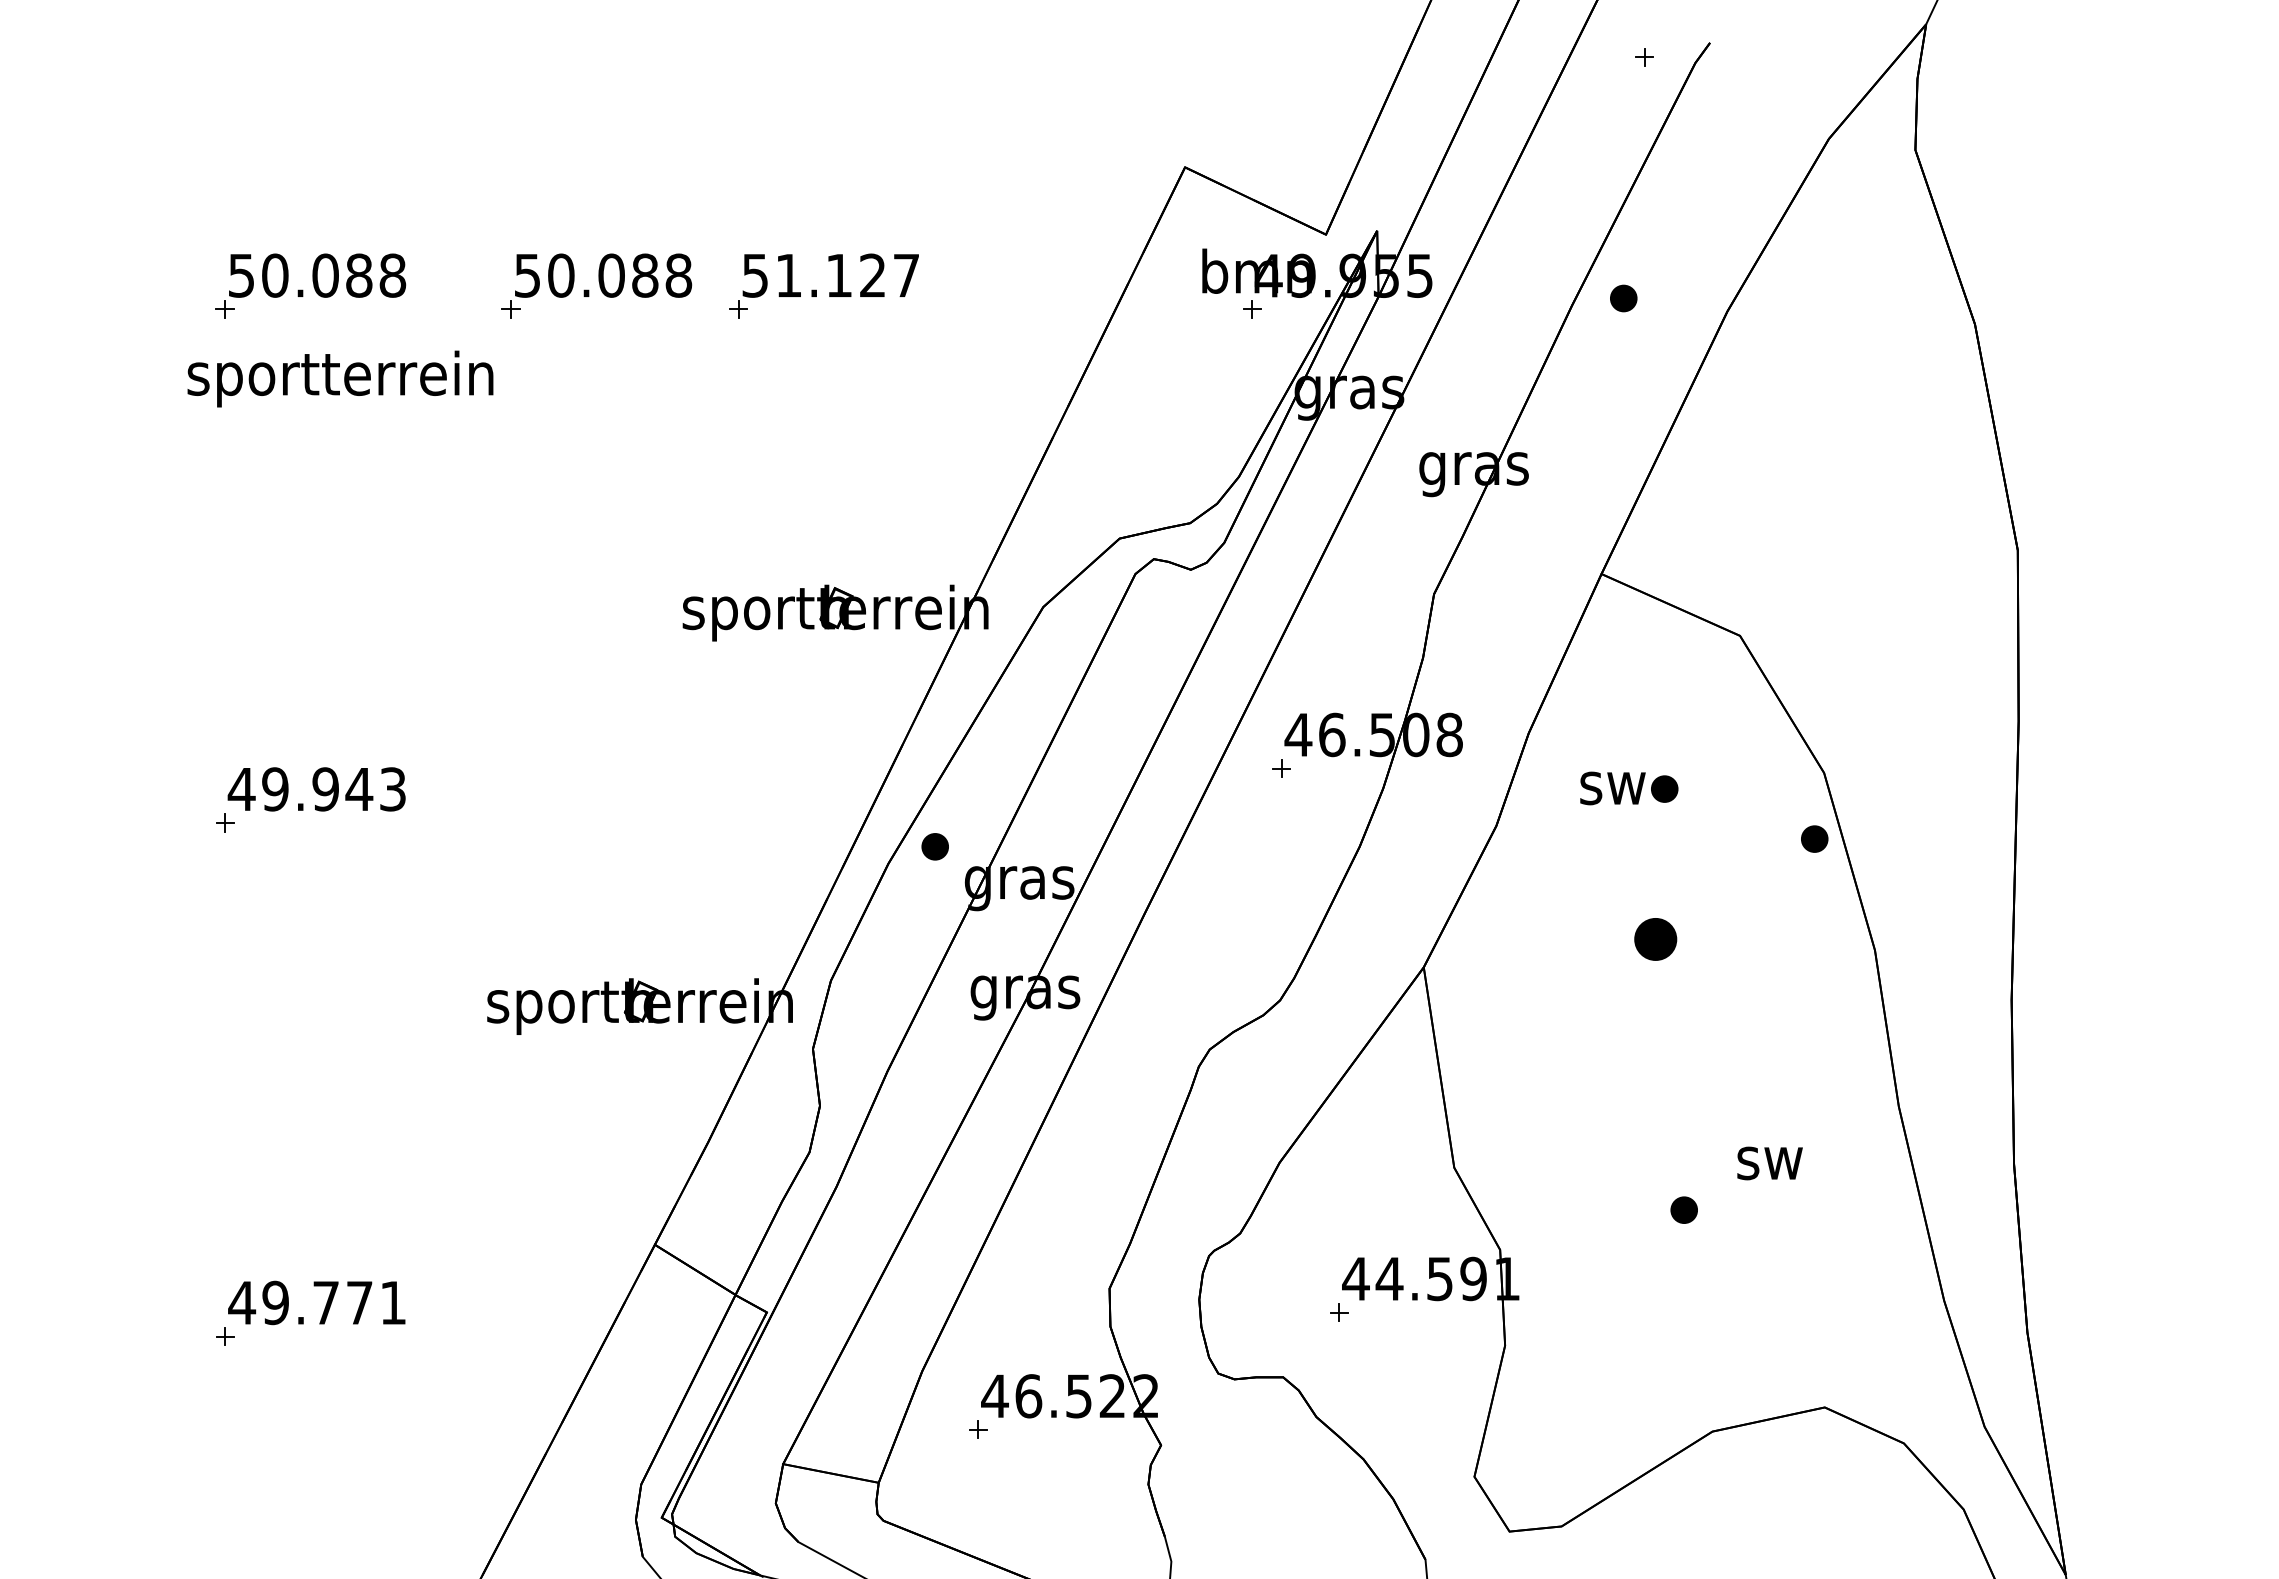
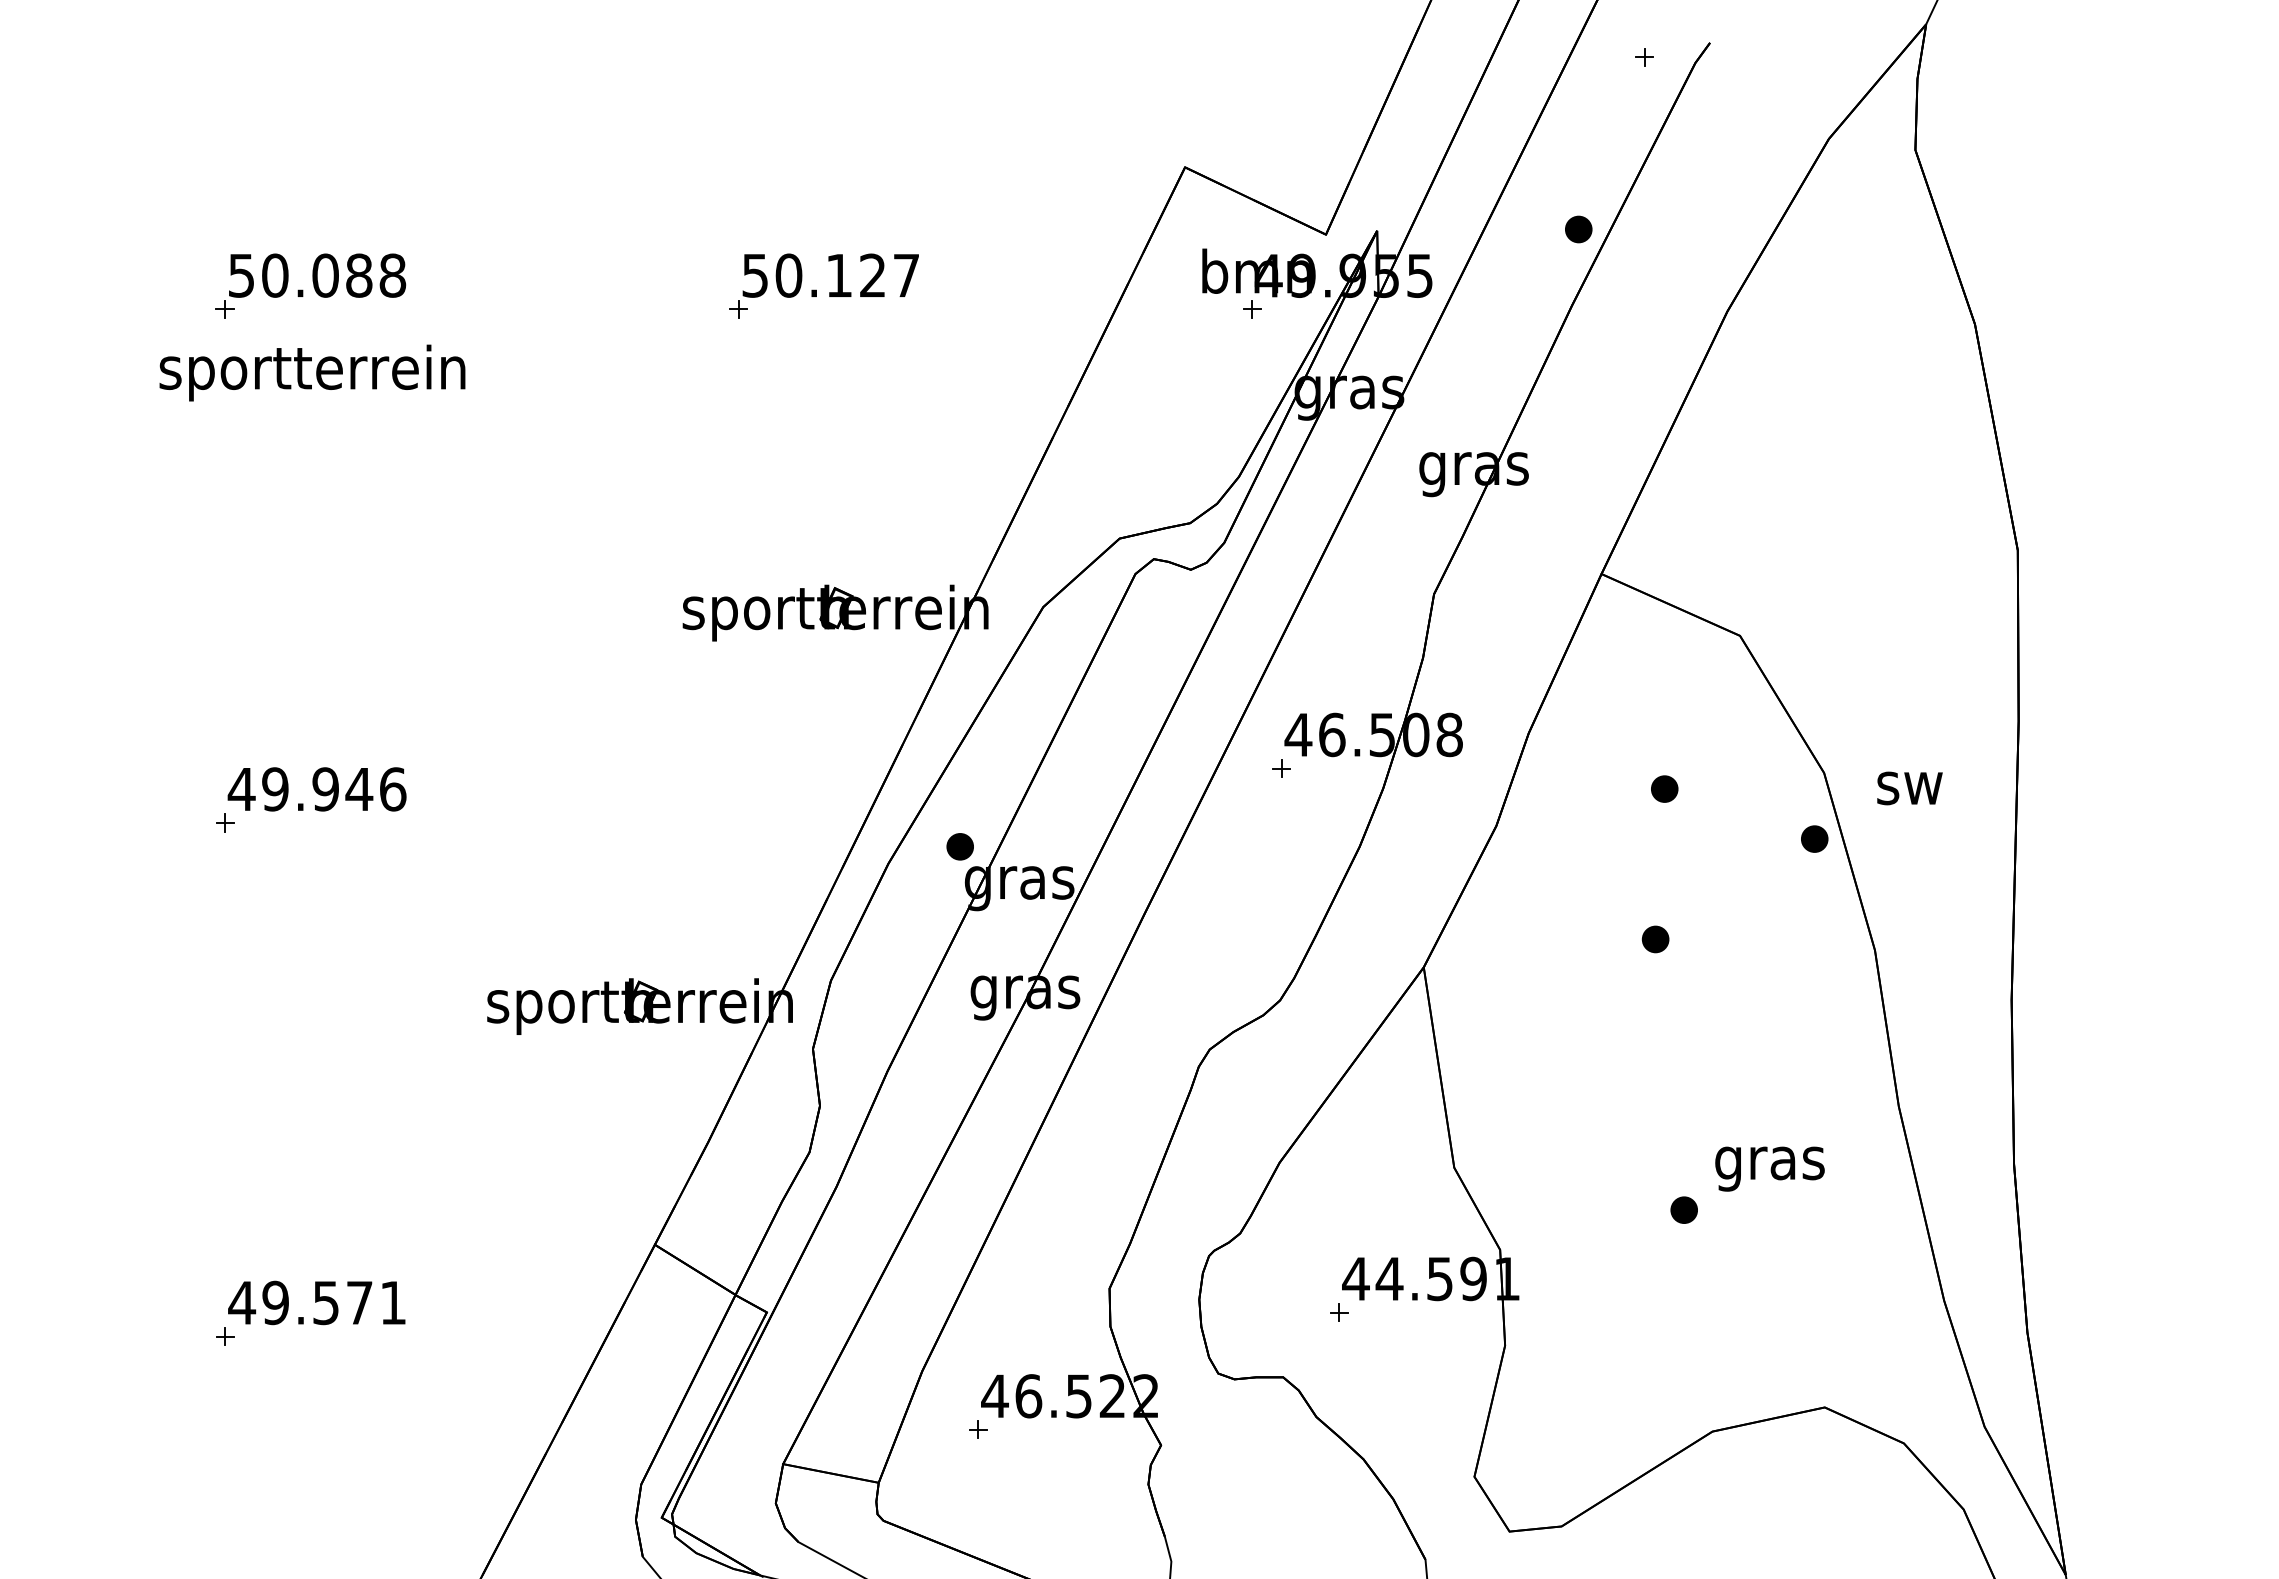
text at (788, 275): 51.127 -> 50.127
part at (596, 285): present -> none
part at (1623, 298) position: (1623, 298) -> (1578, 229)
text at (340, 378) position: (340, 378) -> (312, 372)
text at (1612, 788) position: (1612, 788) -> (1909, 788)
text at (393, 789): 49.943 -> 49.946
part at (934, 846) position: (934, 846) -> (959, 846)
part at (1655, 939) size: 44x43 px -> 29x29 px
text at (1769, 1168): sw -> gras
text at (325, 1303): 49.771 -> 49.571
